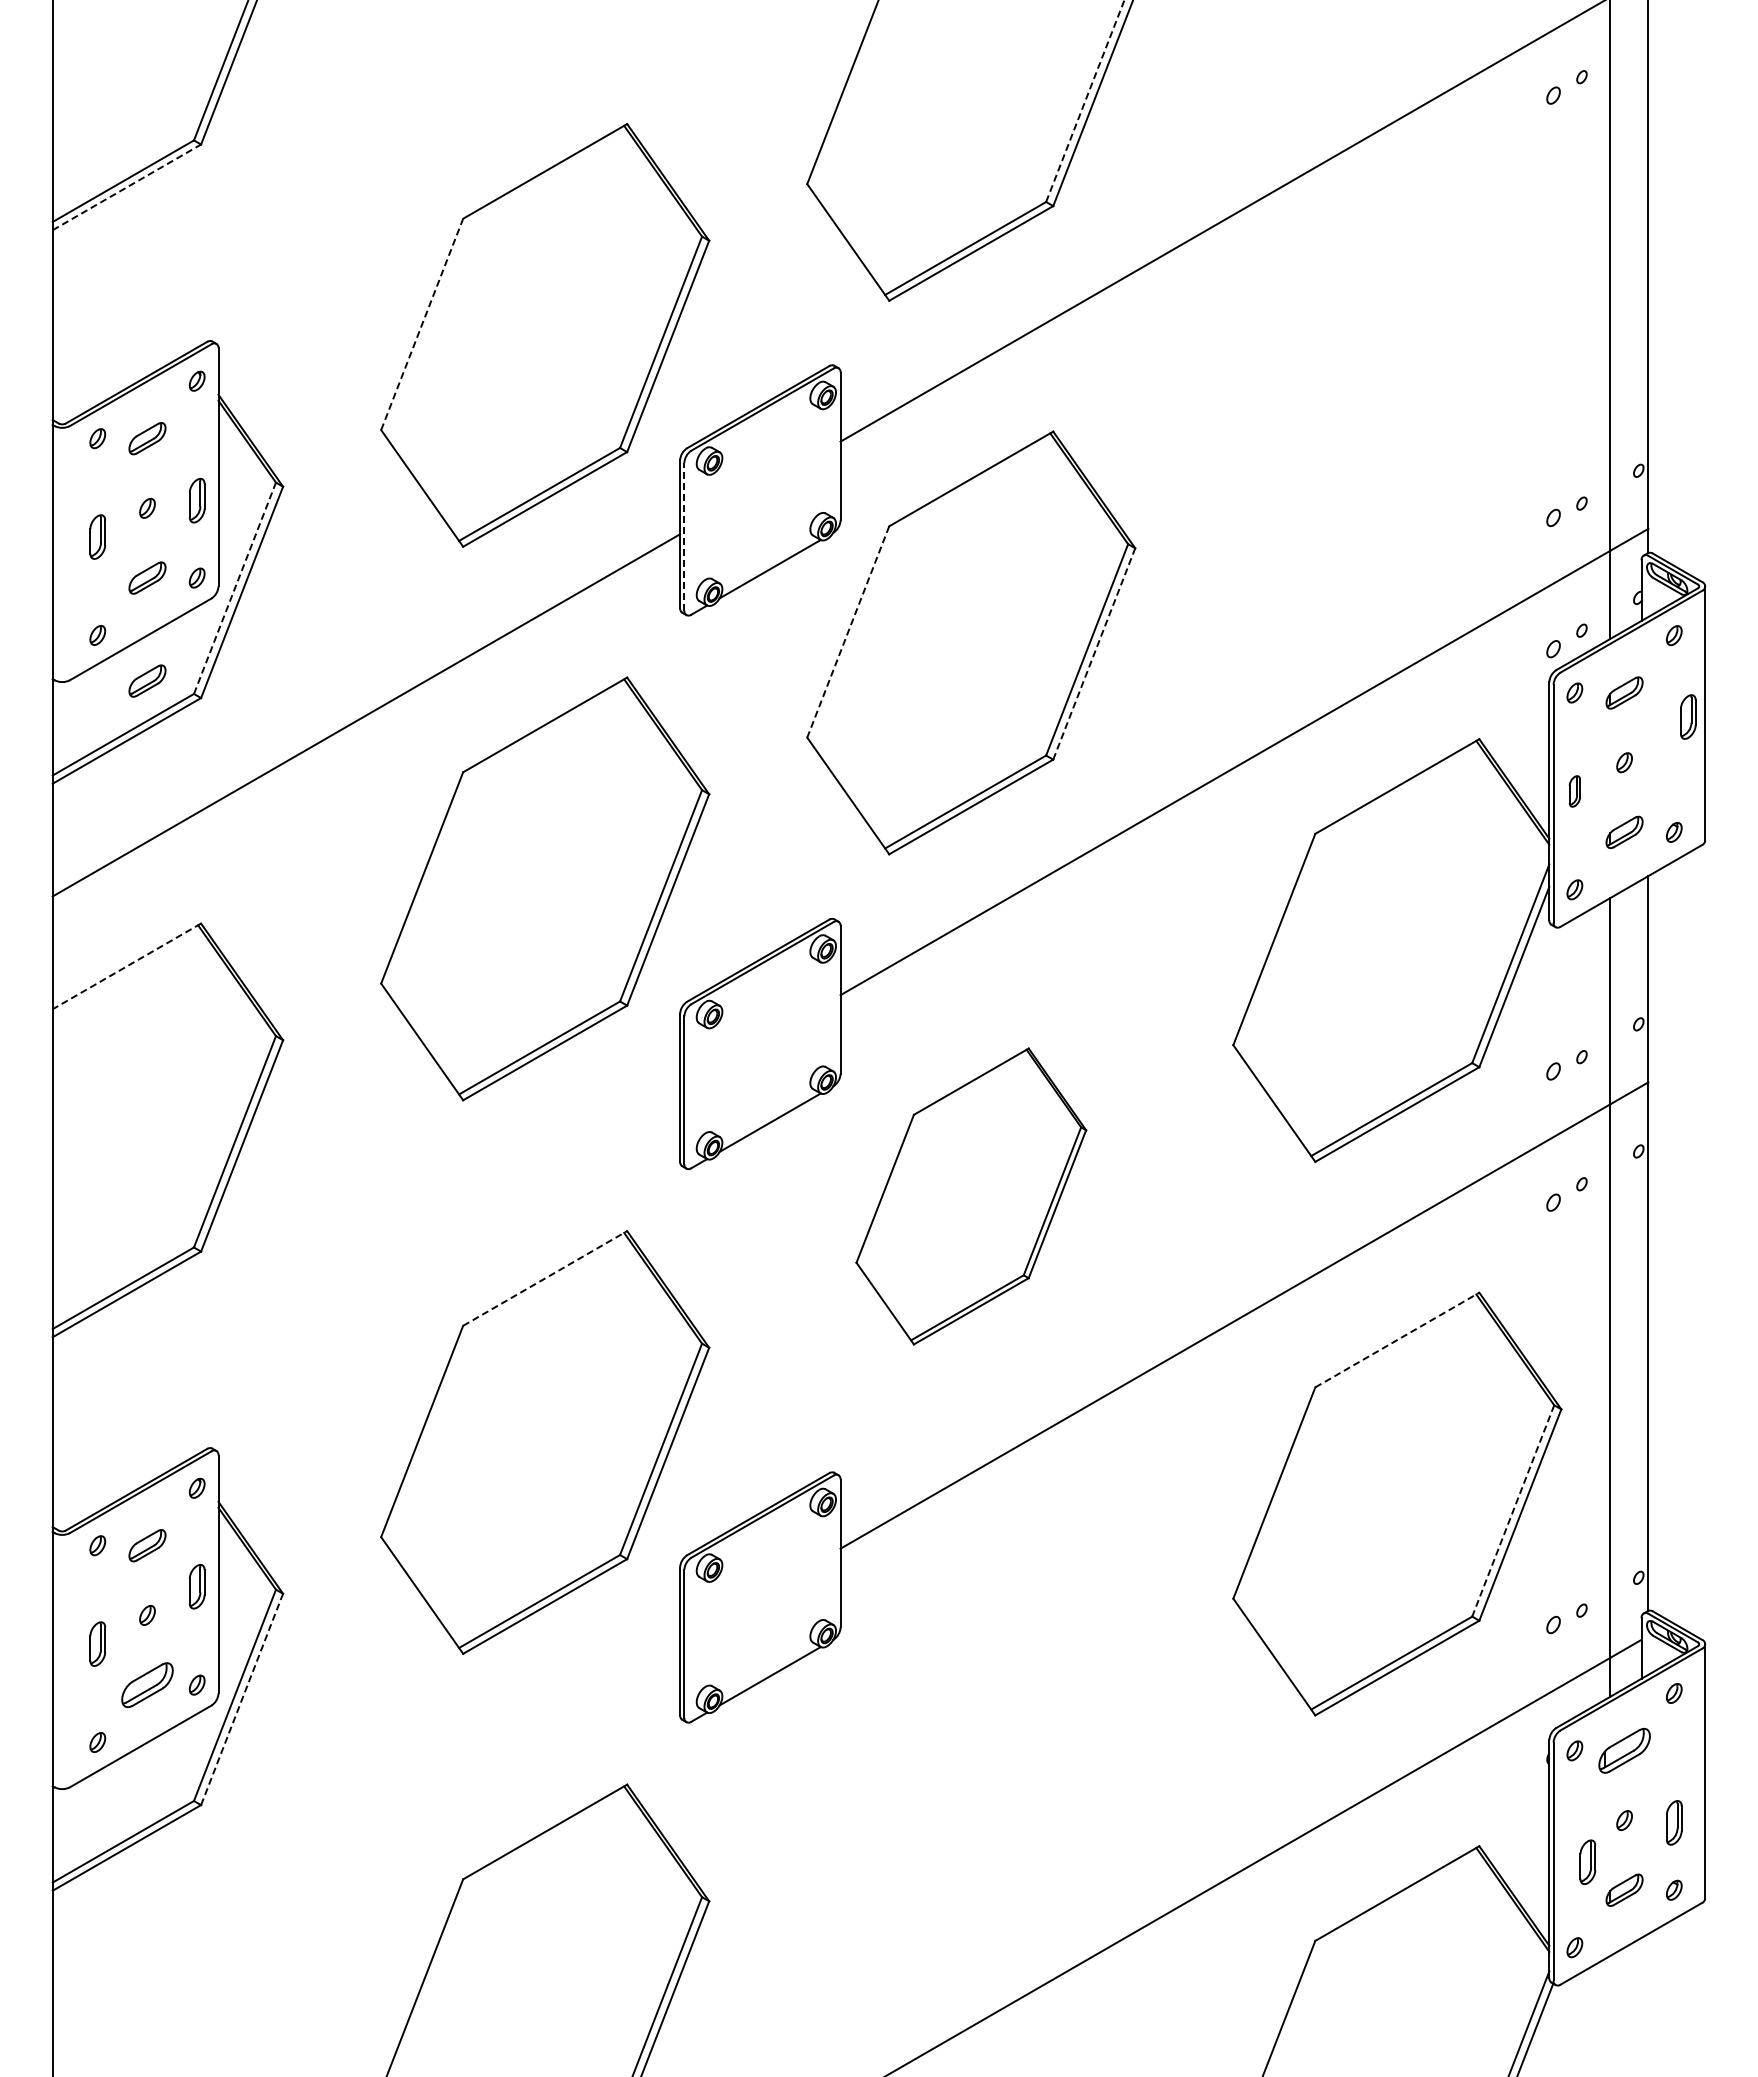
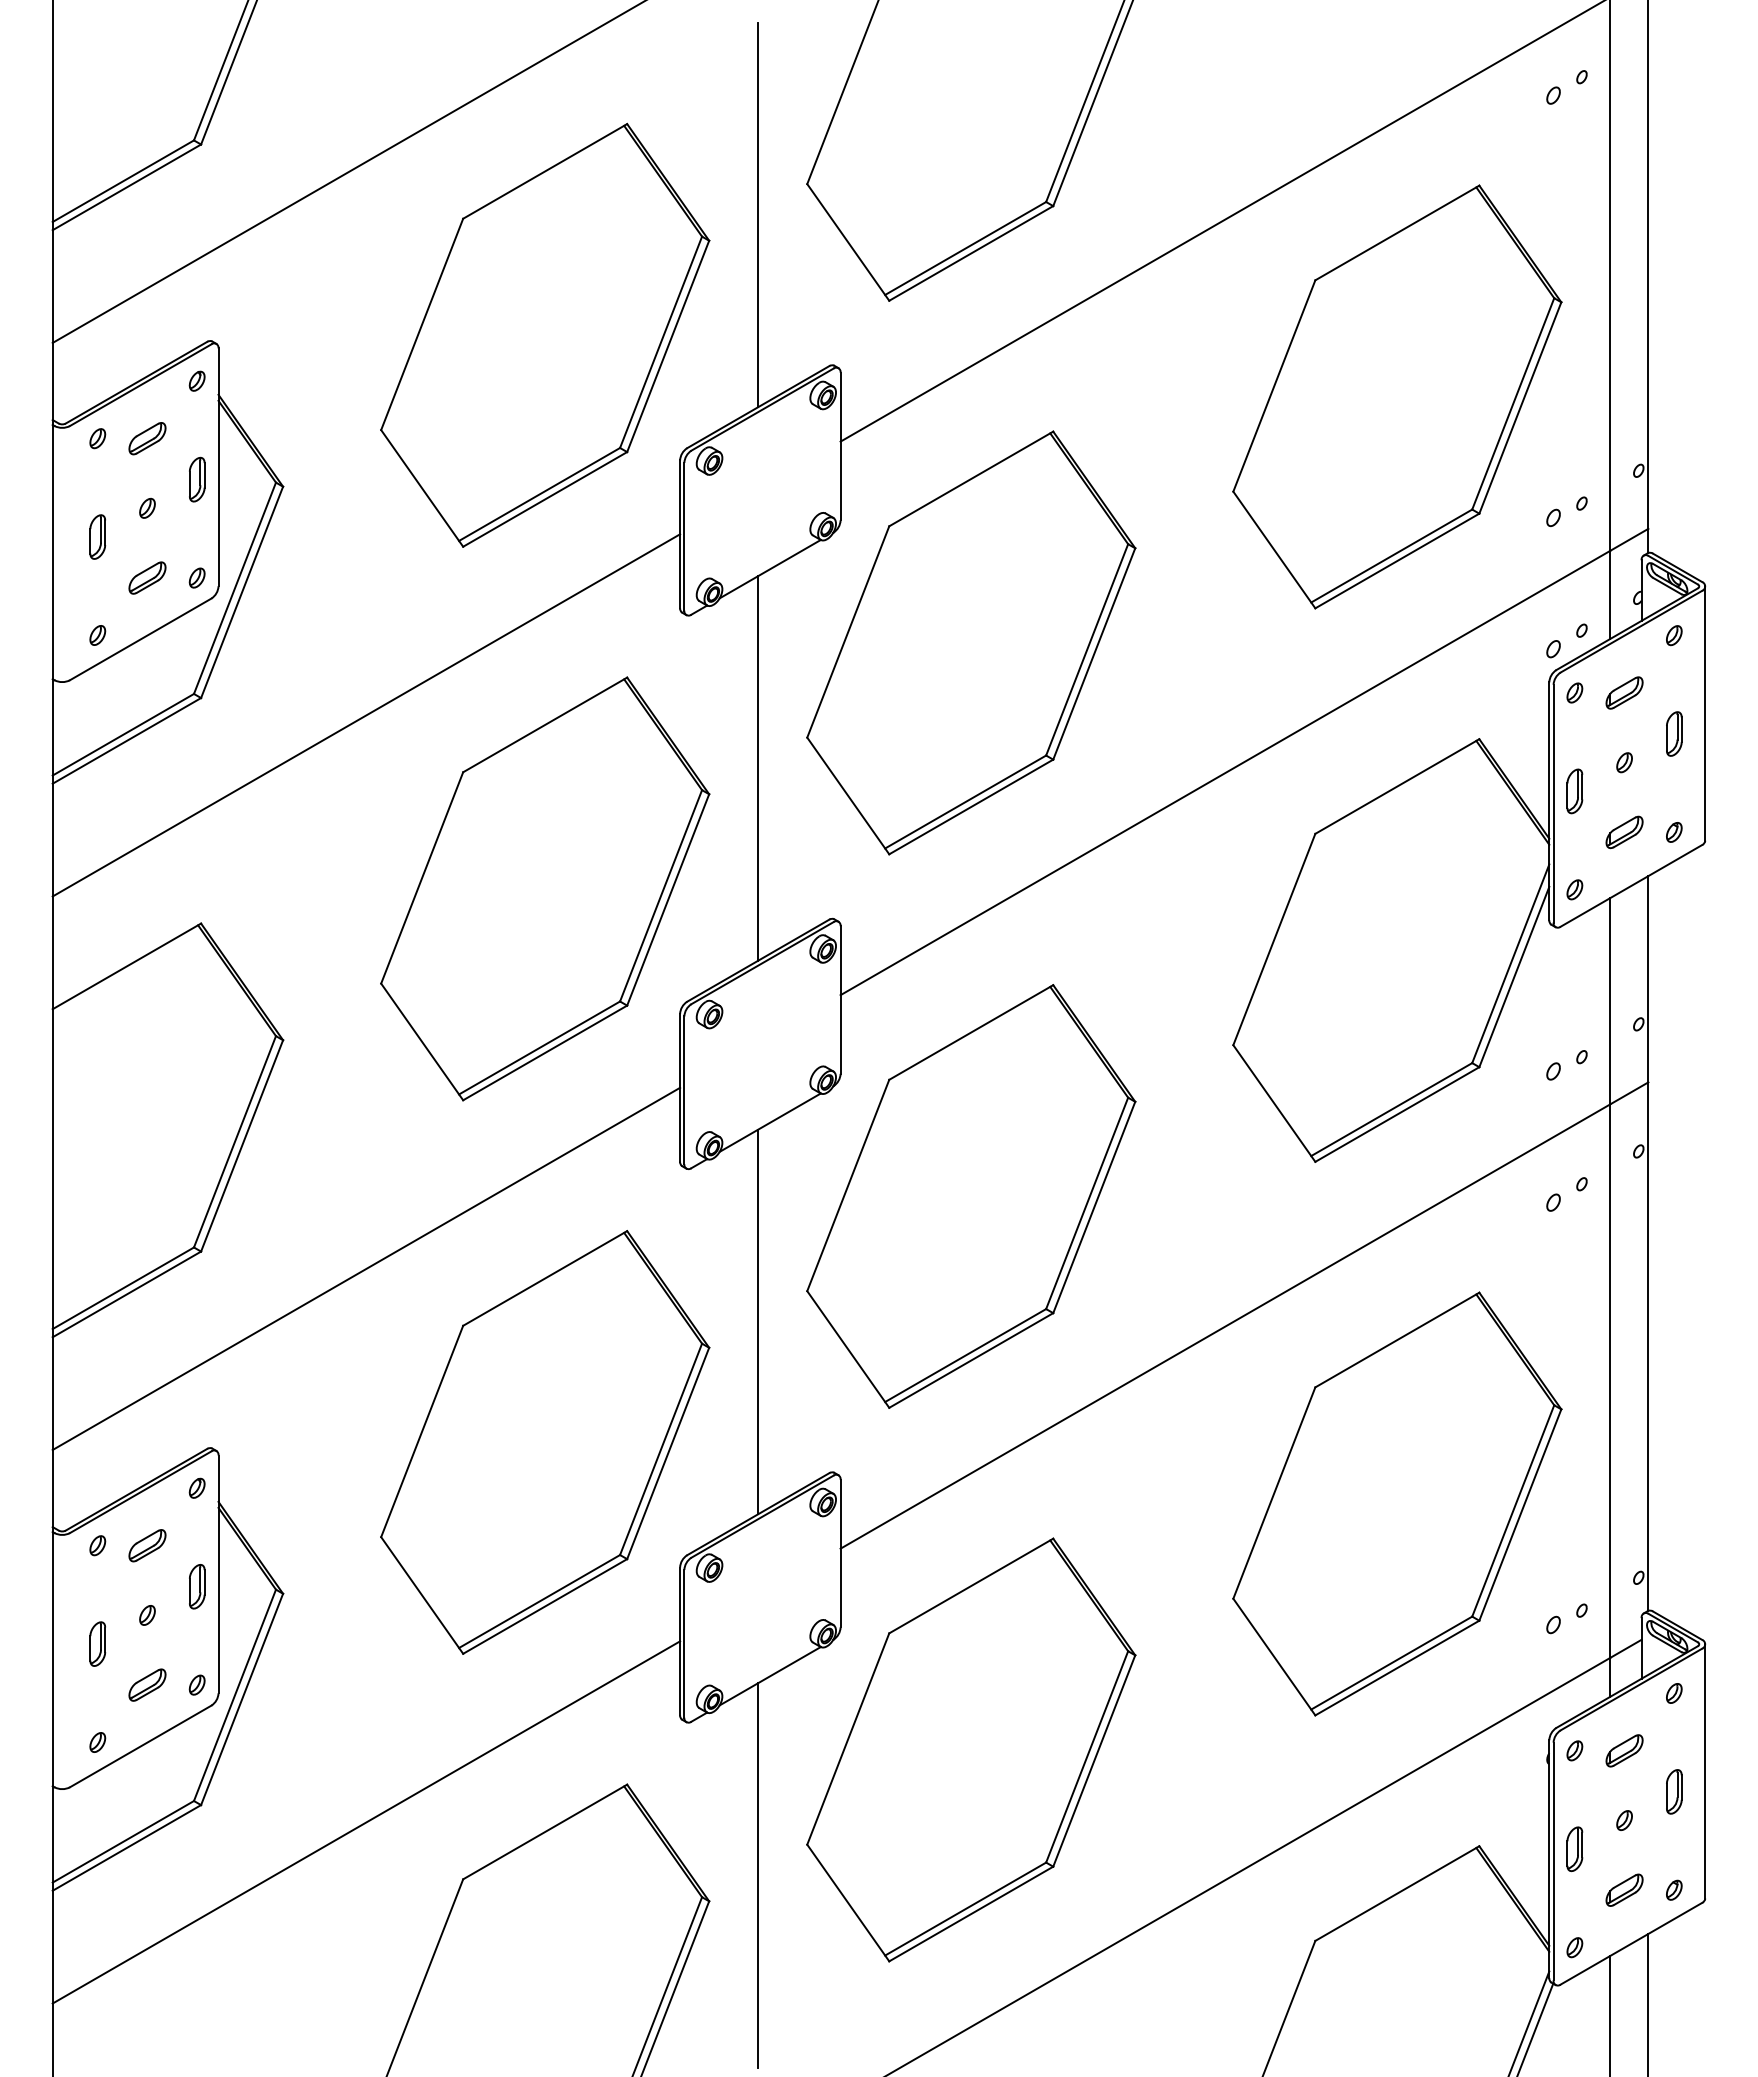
line at (1085, 101): dashed -> solid
line at (347, 172): none -> present
line at (126, 187): dashed -> solid
line at (758, 214): none -> present
line at (422, 323): dashed -> solid
part at (1397, 396): none -> present
part at (197, 500) position: (197, 500) -> (197, 479)
line at (684, 536): dashed -> solid
line at (235, 587): dashed -> solid
line at (848, 632): dashed -> solid
line at (1094, 653): dashed -> solid
part at (147, 680): present -> none
part at (1688, 716) position: (1688, 716) -> (1674, 733)
line at (758, 768): none -> present
part at (1574, 791) size: 13x33 px -> 18x47 px
line at (126, 966): dashed -> solid
part at (971, 1196) size: 233x299 px -> 331x425 px
line at (366, 1268): none -> present
line at (545, 1278): dashed -> solid
line at (758, 1321): none -> present
line at (1397, 1340): dashed -> solid
line at (1513, 1511): dashed -> solid
part at (147, 1685) size: 53x47 px -> 39x34 px
line at (242, 1698): dashed -> solid
part at (971, 1749): none -> present
part at (1624, 1750) size: 53x47 px -> 39x34 px
line at (366, 1822): none -> present
part at (1674, 1822) position: (1674, 1822) -> (1674, 1791)
part at (1587, 1862) position: (1587, 1862) -> (1574, 1849)
line at (758, 1875): none -> present
line at (1648, 2003): none -> present
line at (1610, 2014): none -> present
